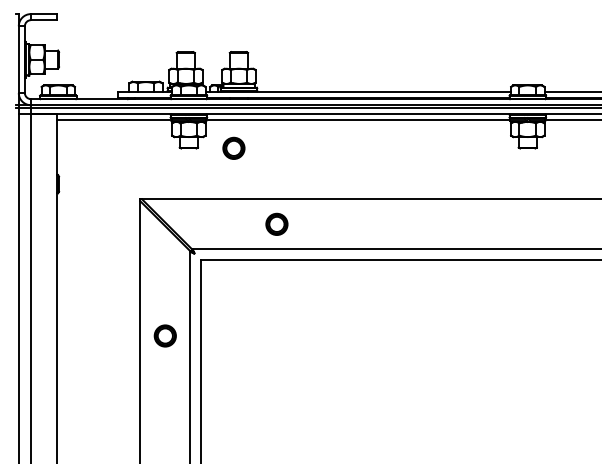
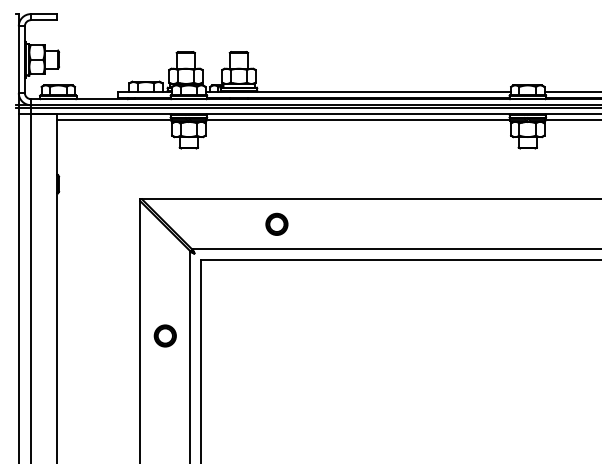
part at (233, 147): present -> none
